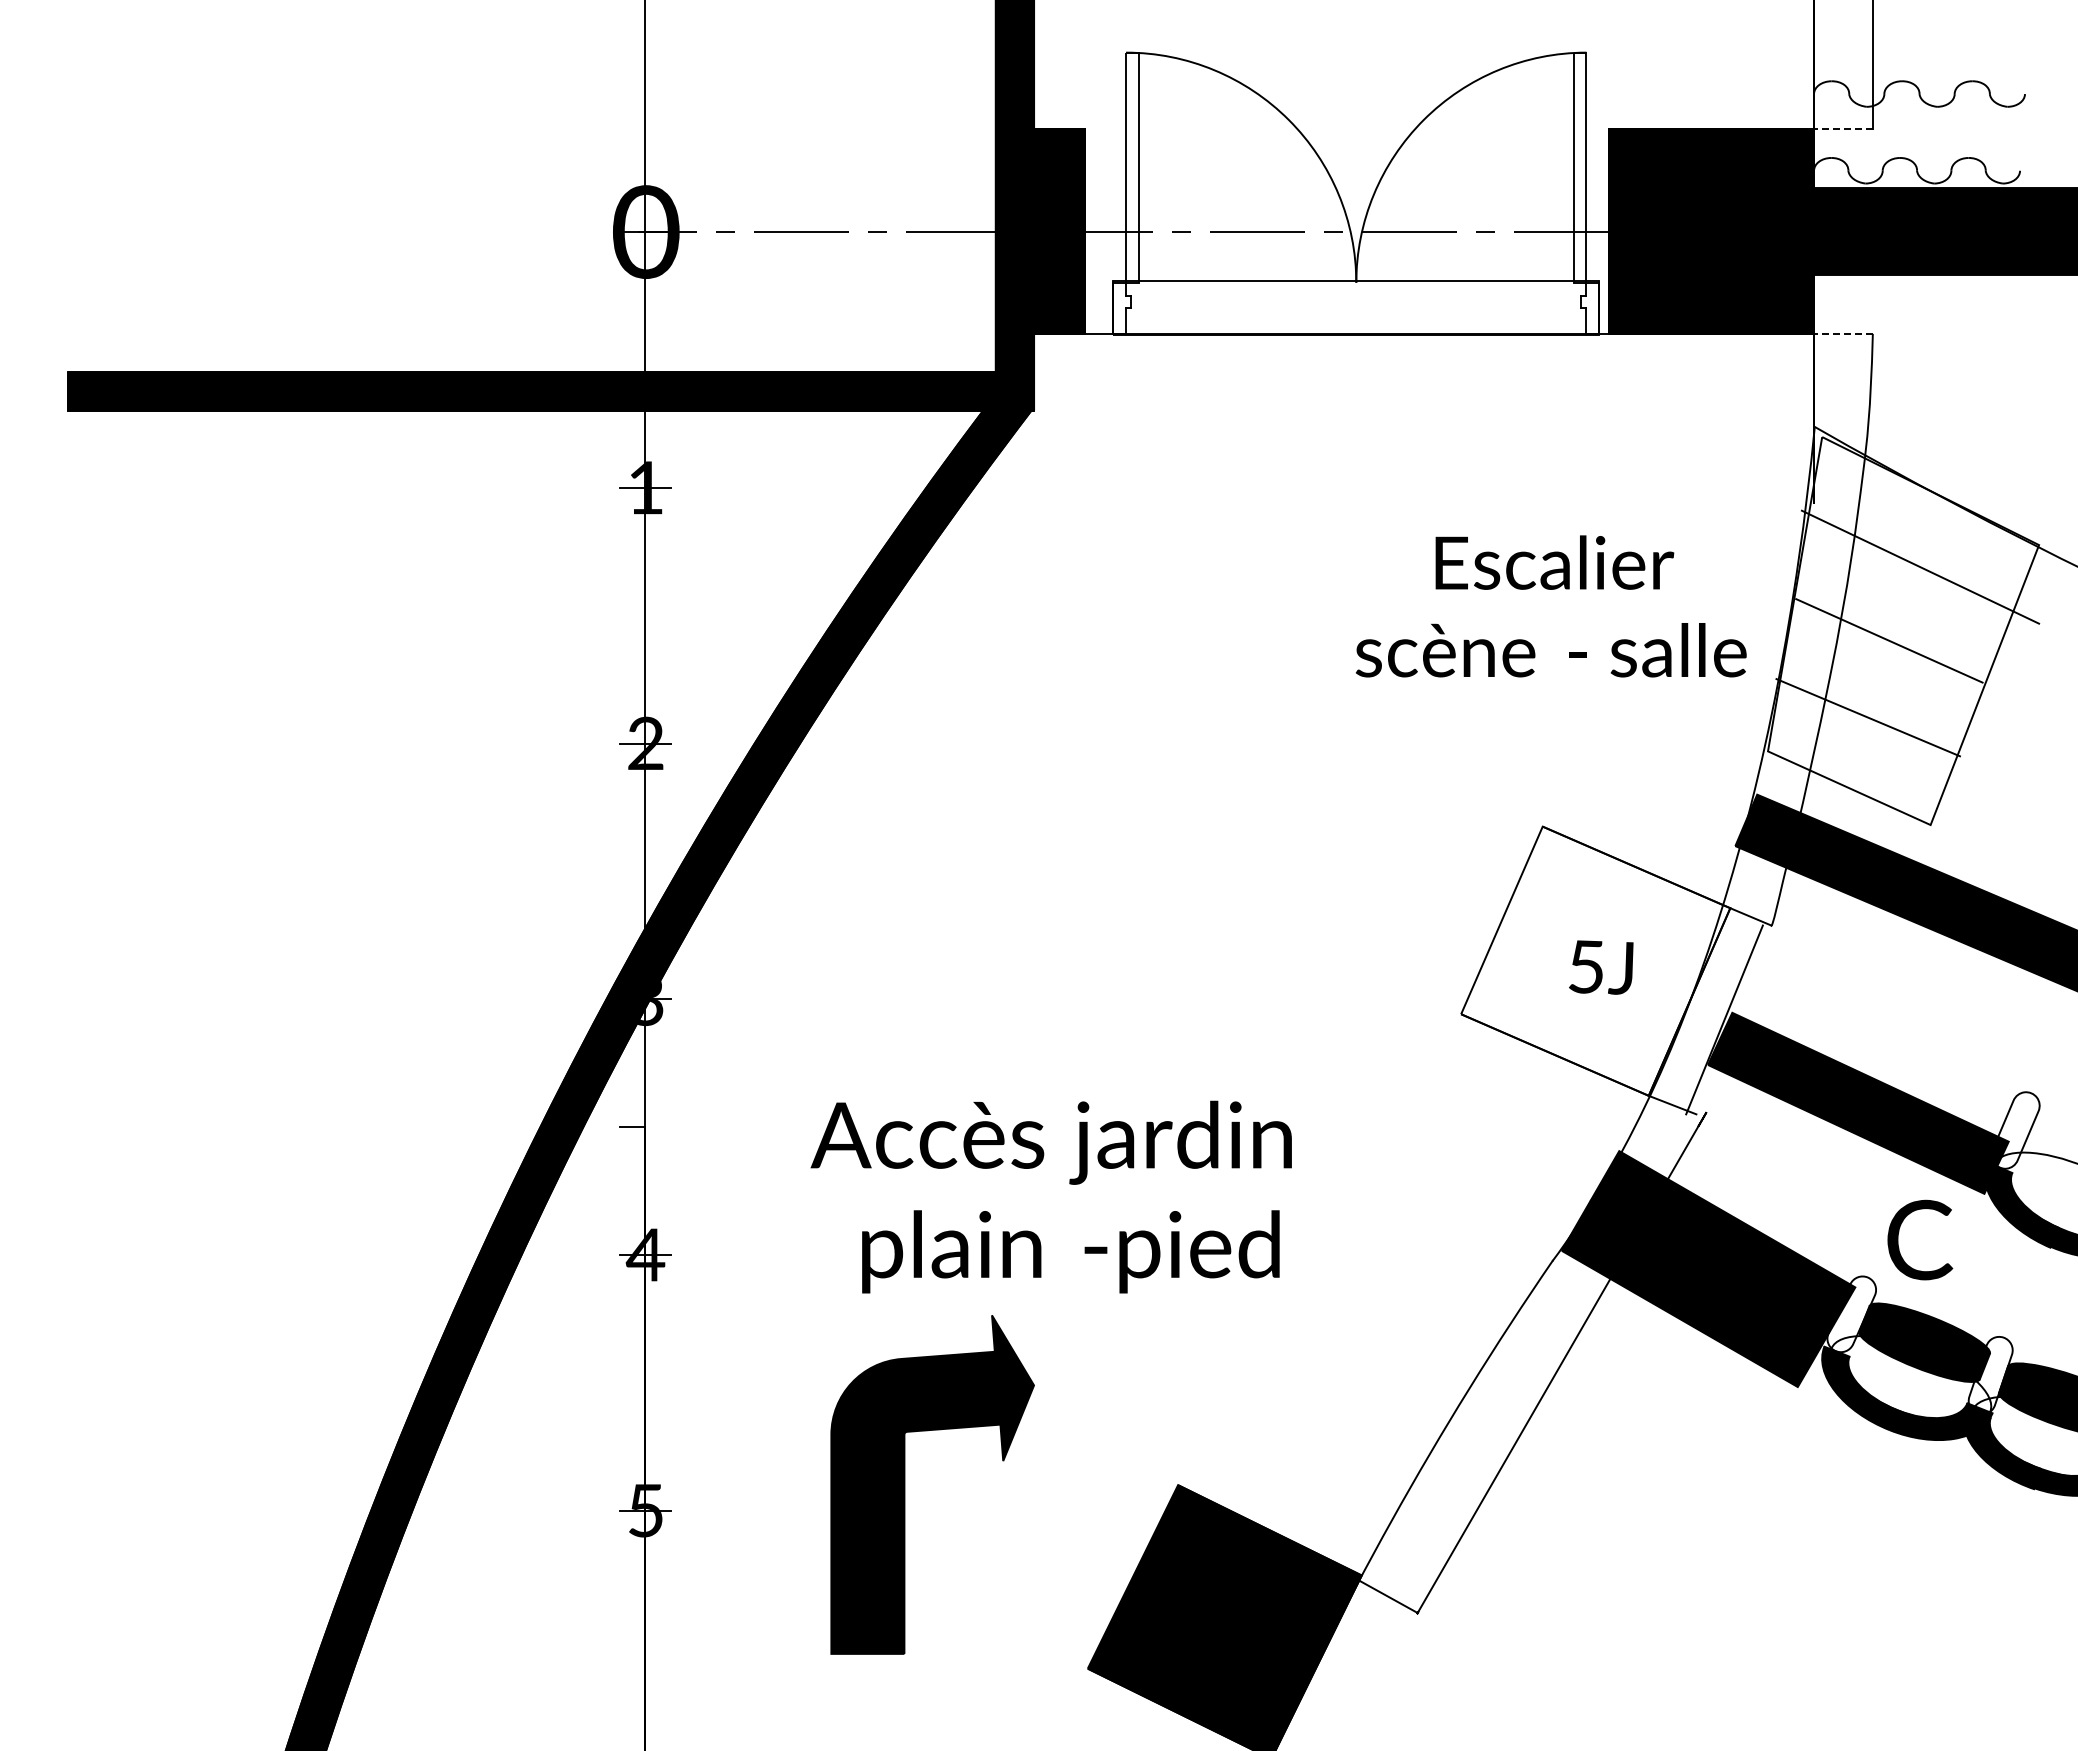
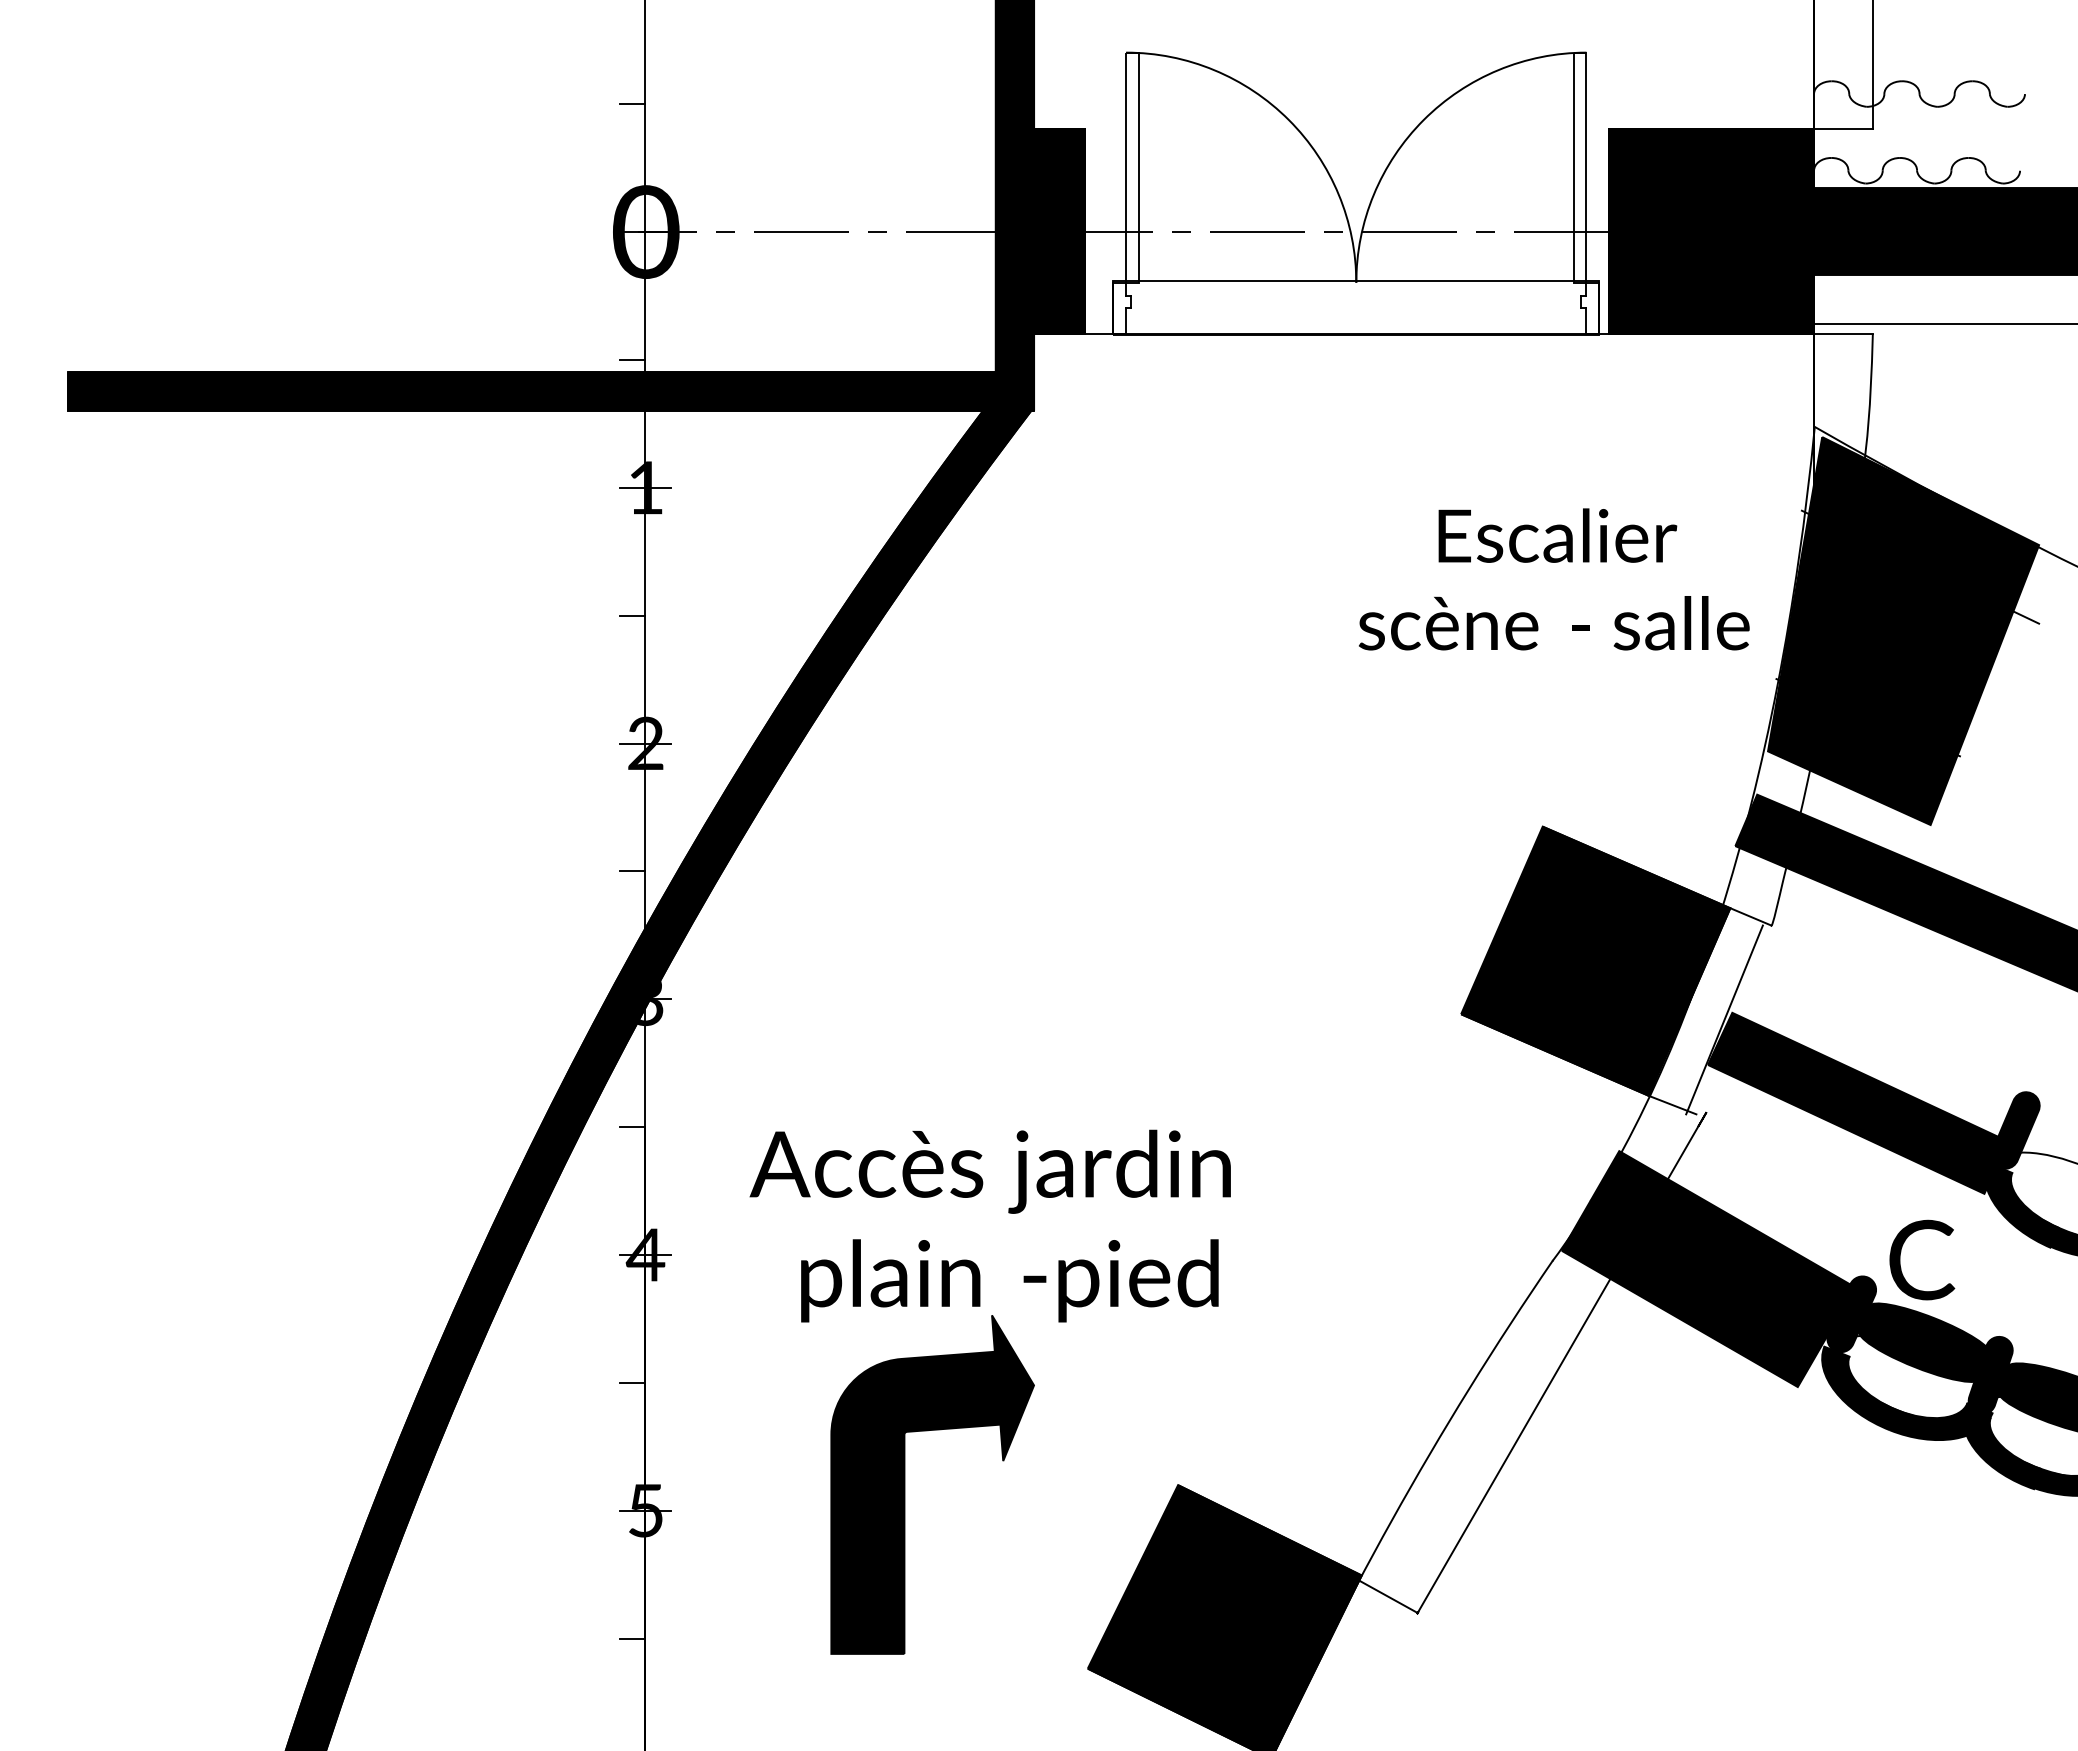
line at (632, 104): none -> present
line at (1842, 129): dashed -> solid
line at (1944, 323): none -> present
line at (1842, 333): dashed -> solid
line at (632, 360): none -> present
text at (1551, 606) position: (1551, 606) -> (1554, 579)
line at (632, 615): none -> present
fill at (1903, 631): none -> present
line at (632, 871): none -> present
fill at (1595, 960): none -> present
fill at (2015, 1130): none -> present
text at (1050, 1196) position: (1050, 1196) -> (989, 1225)
text at (1920, 1239) position: (1920, 1239) -> (1922, 1259)
fill at (1851, 1314): none -> present
fill at (1990, 1375): none -> present
line at (632, 1382): none -> present
line at (632, 1638): none -> present
